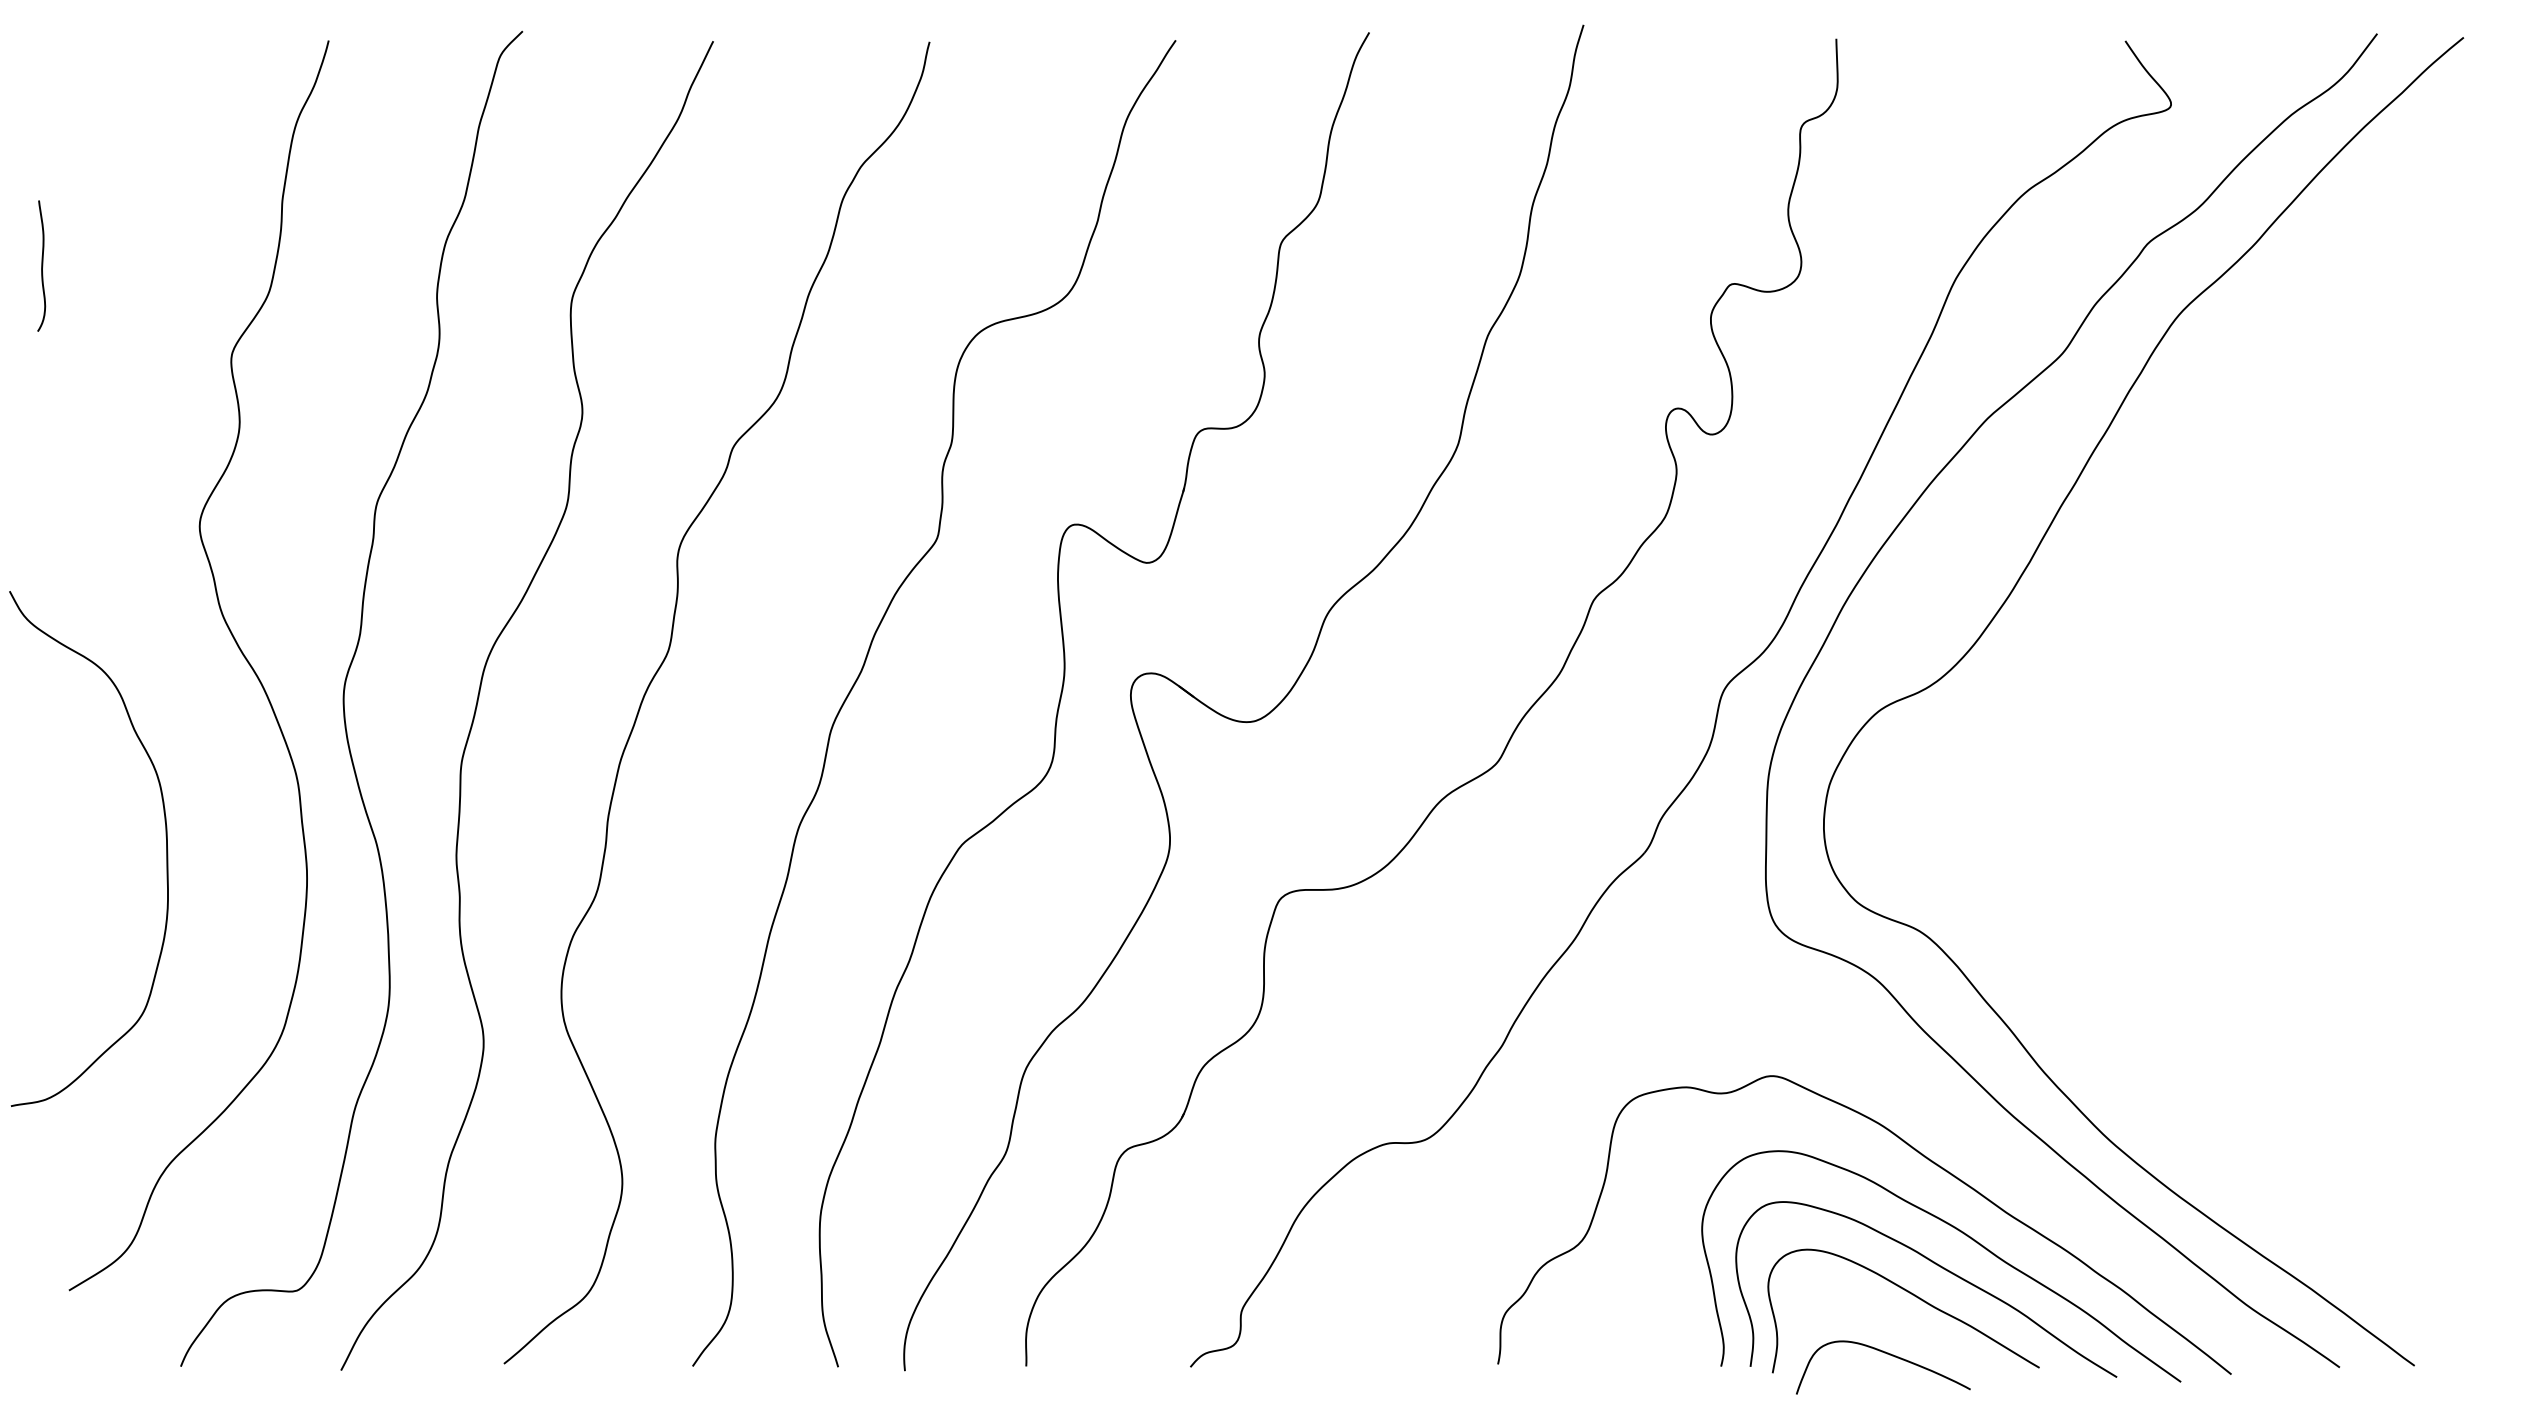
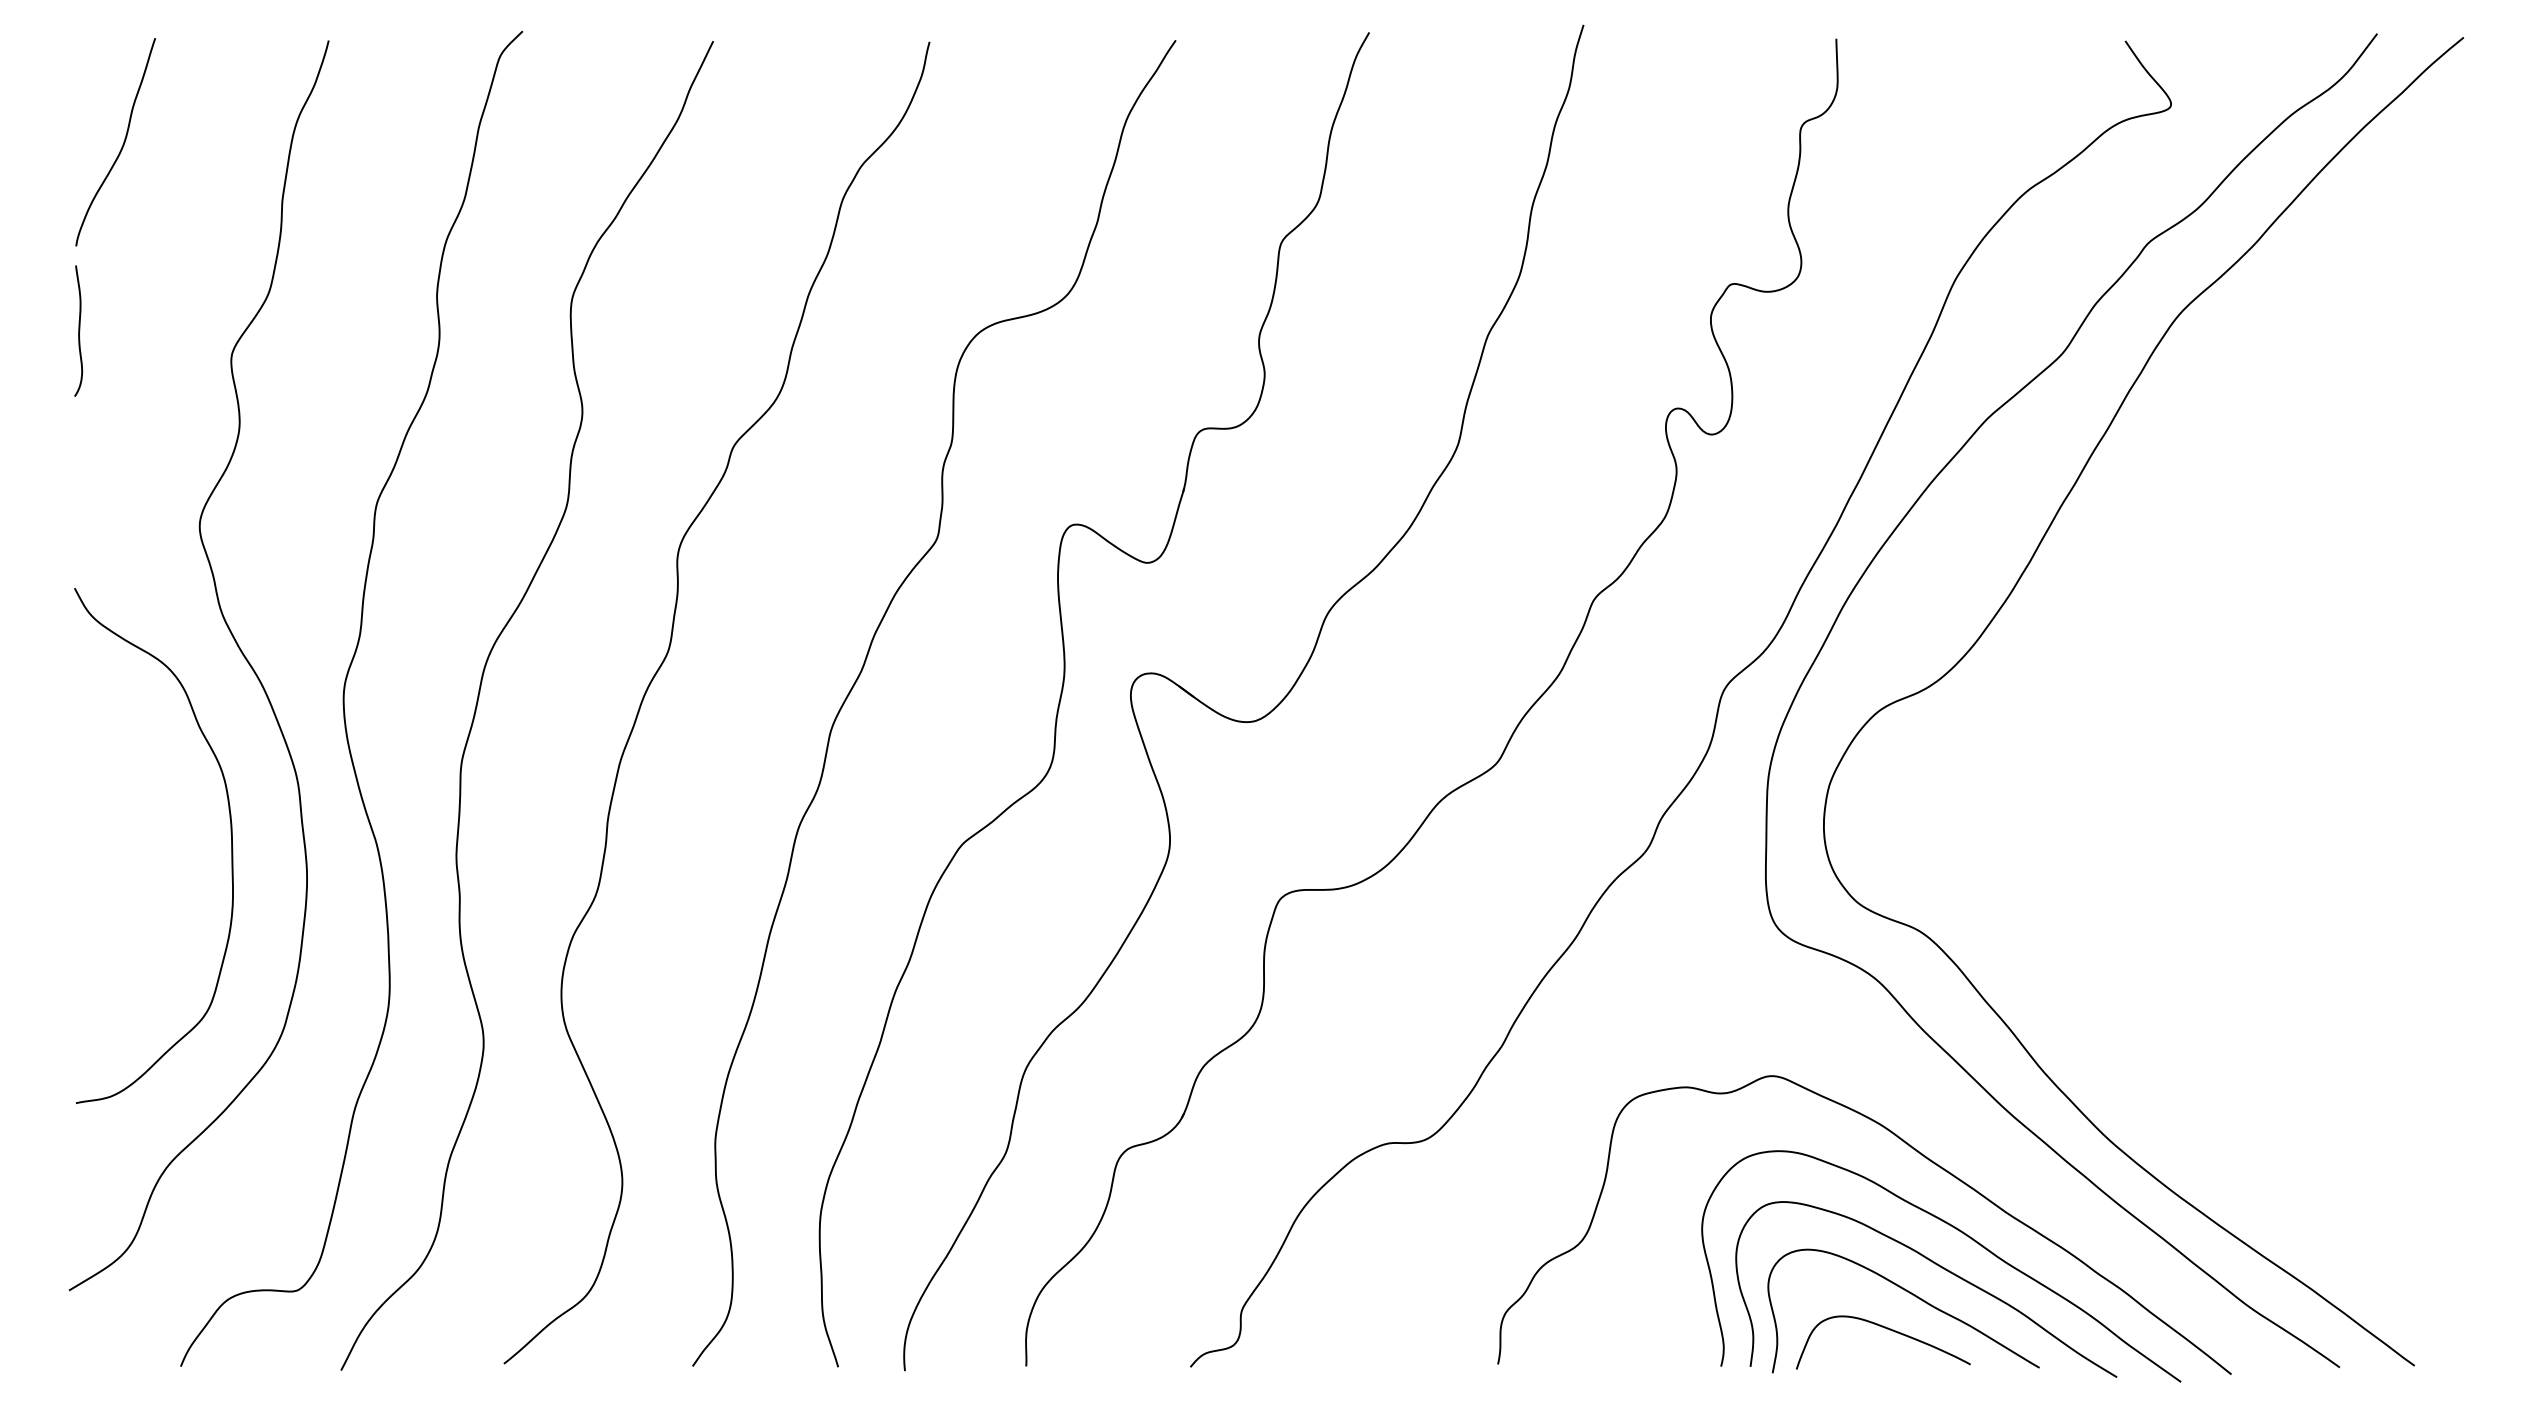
curve at (121, 146): none -> present
curve at (41, 265) position: (41, 265) -> (78, 330)
curve at (165, 836) position: (165, 836) -> (230, 833)
curve at (1889, 1355) position: (1889, 1355) -> (1889, 1330)
